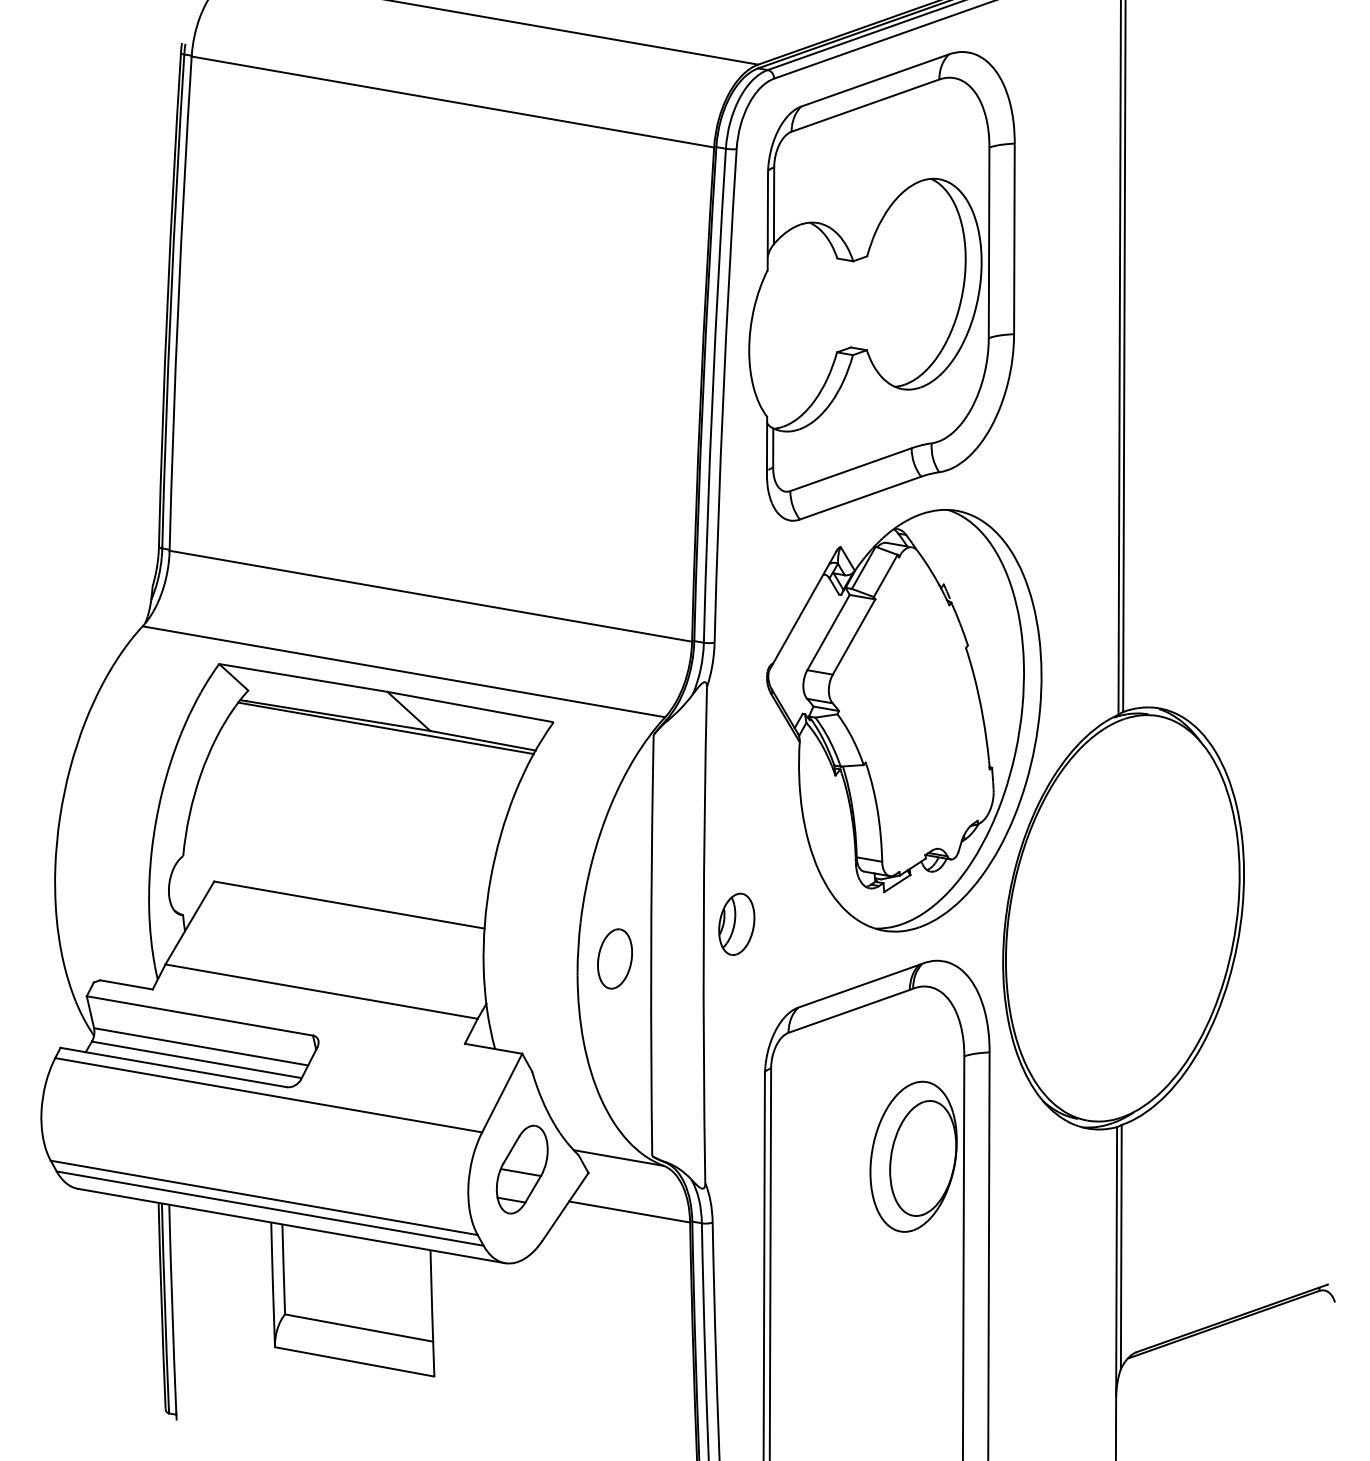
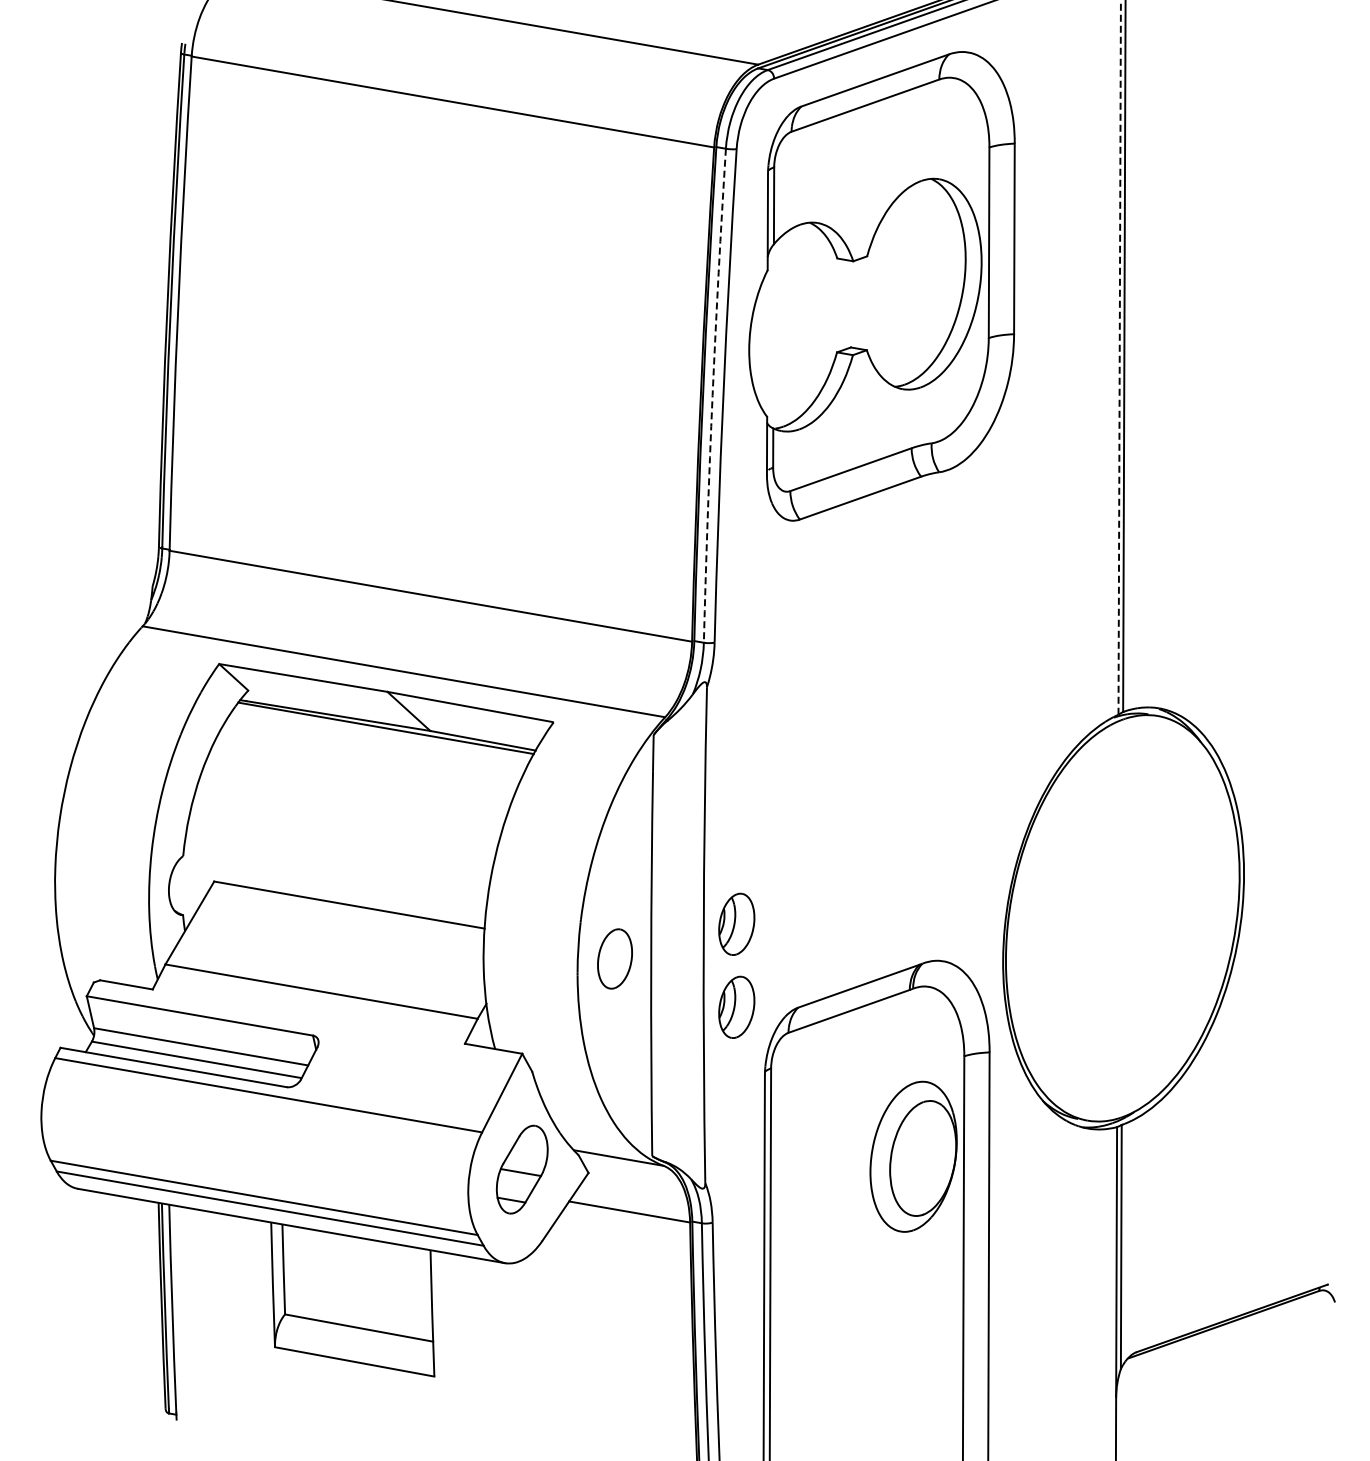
line at (1119, 357): solid -> dashed
arc at (712, 395): solid -> dashed
part at (904, 720): present -> none
part at (736, 1006): none -> present
